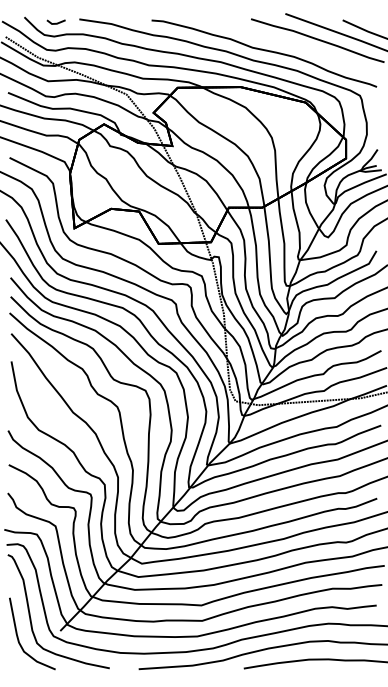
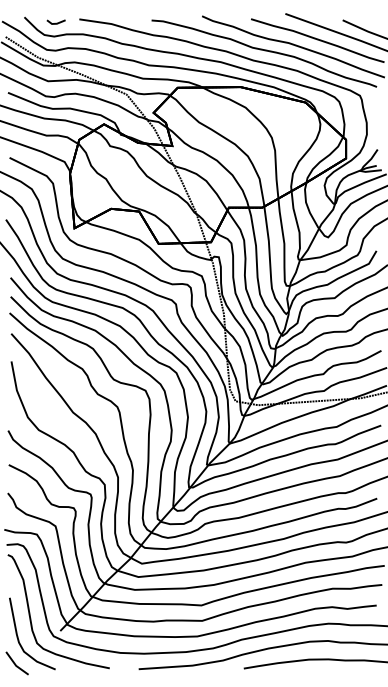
curve at (293, 45): none -> present
line at (15, 663): none -> present
